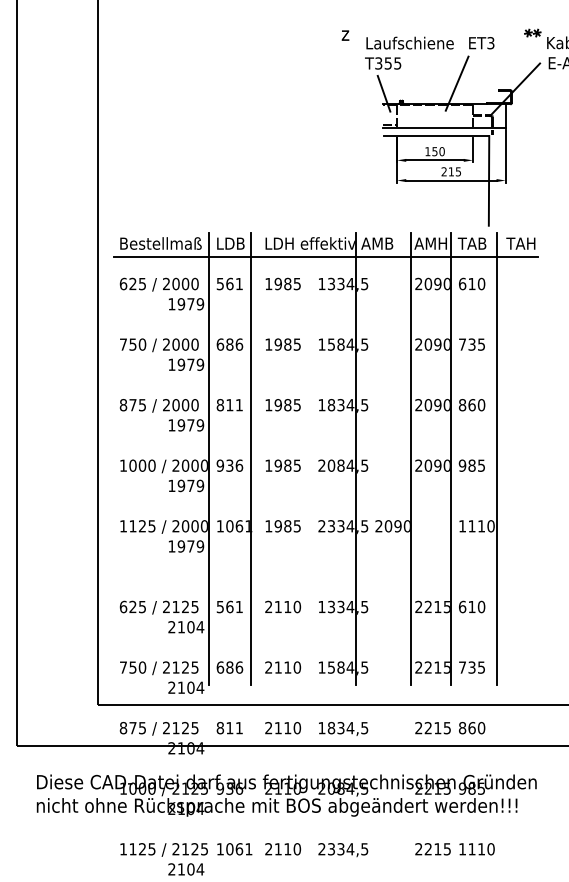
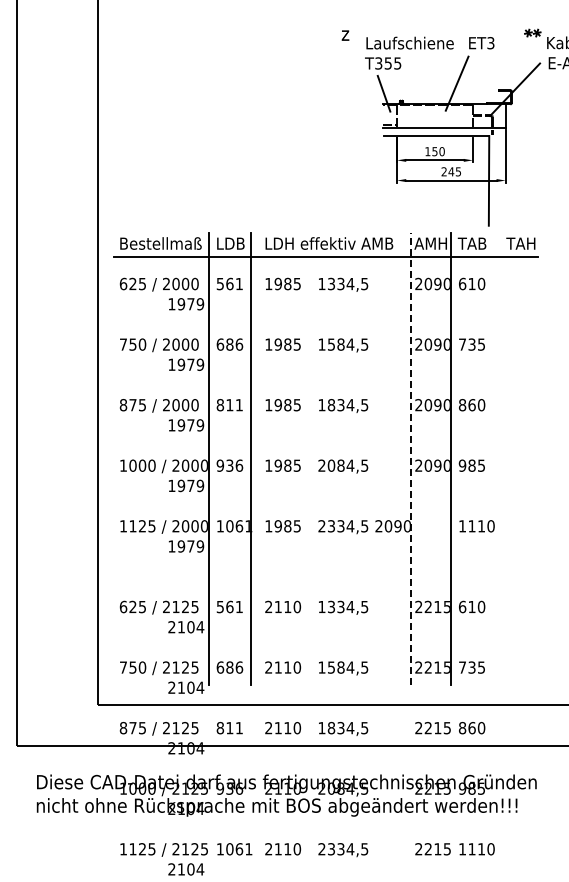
text at (451, 171): 215 -> 245
line at (410, 458): solid -> dashed
line at (356, 459): present -> none
line at (497, 459): present -> none
